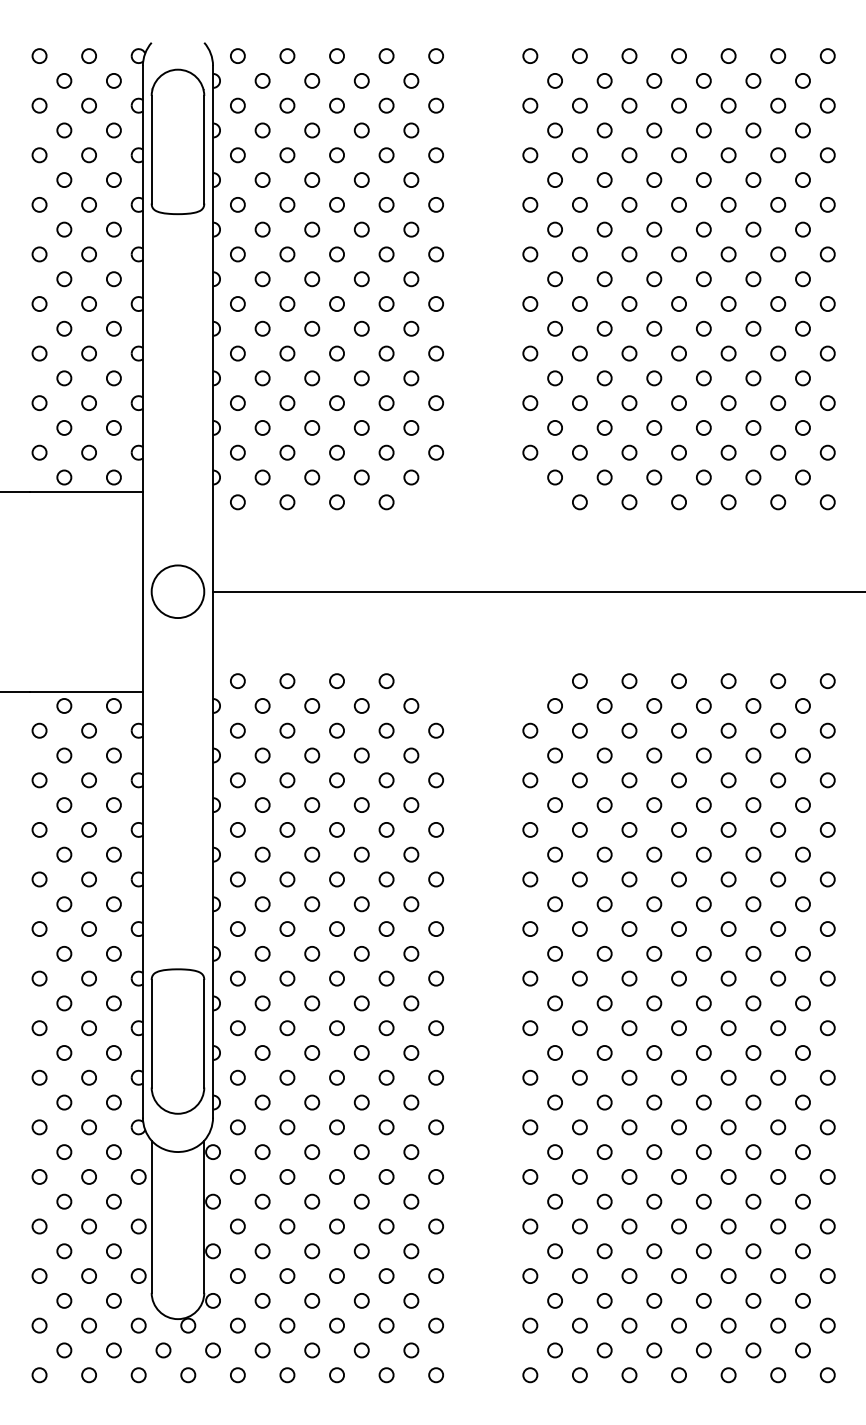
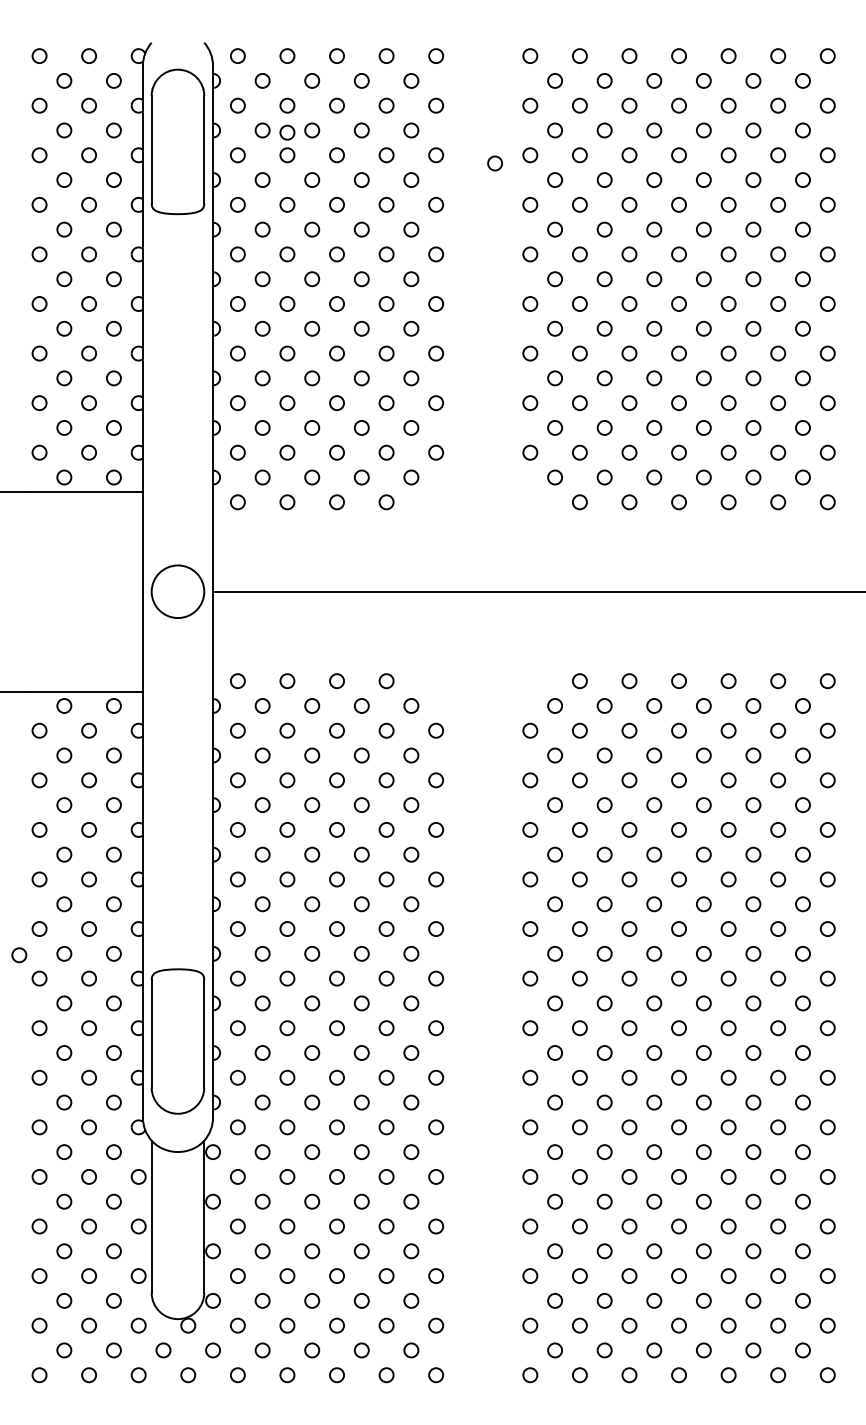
circle at (287, 132): none -> present
circle at (494, 163): none -> present
circle at (19, 955): none -> present
